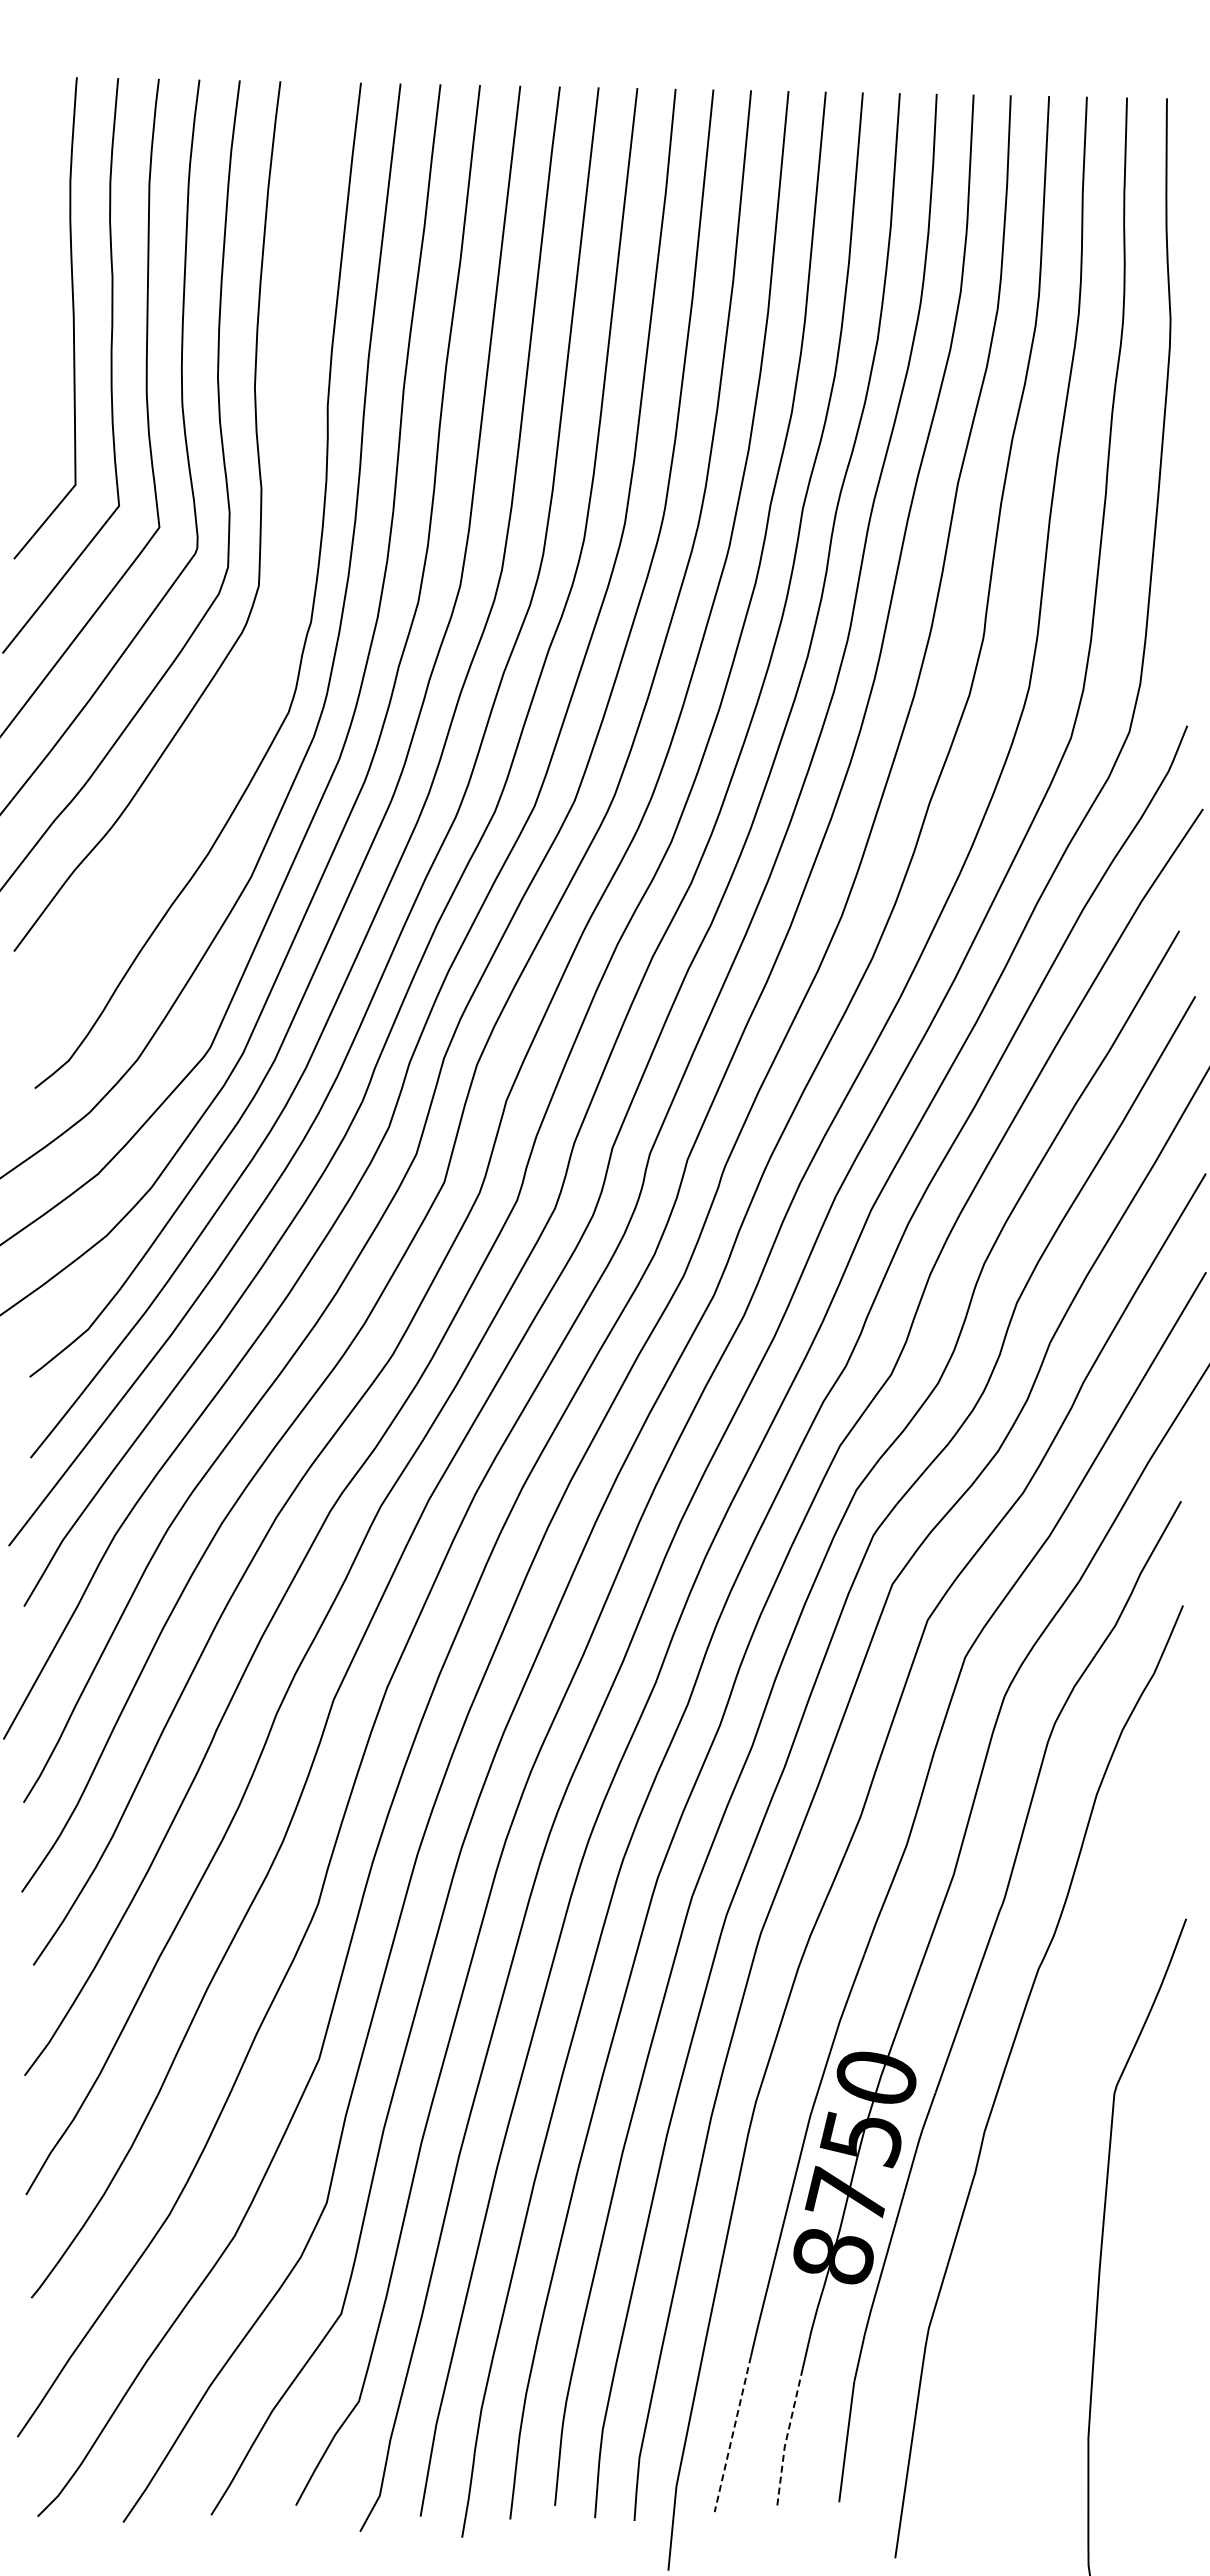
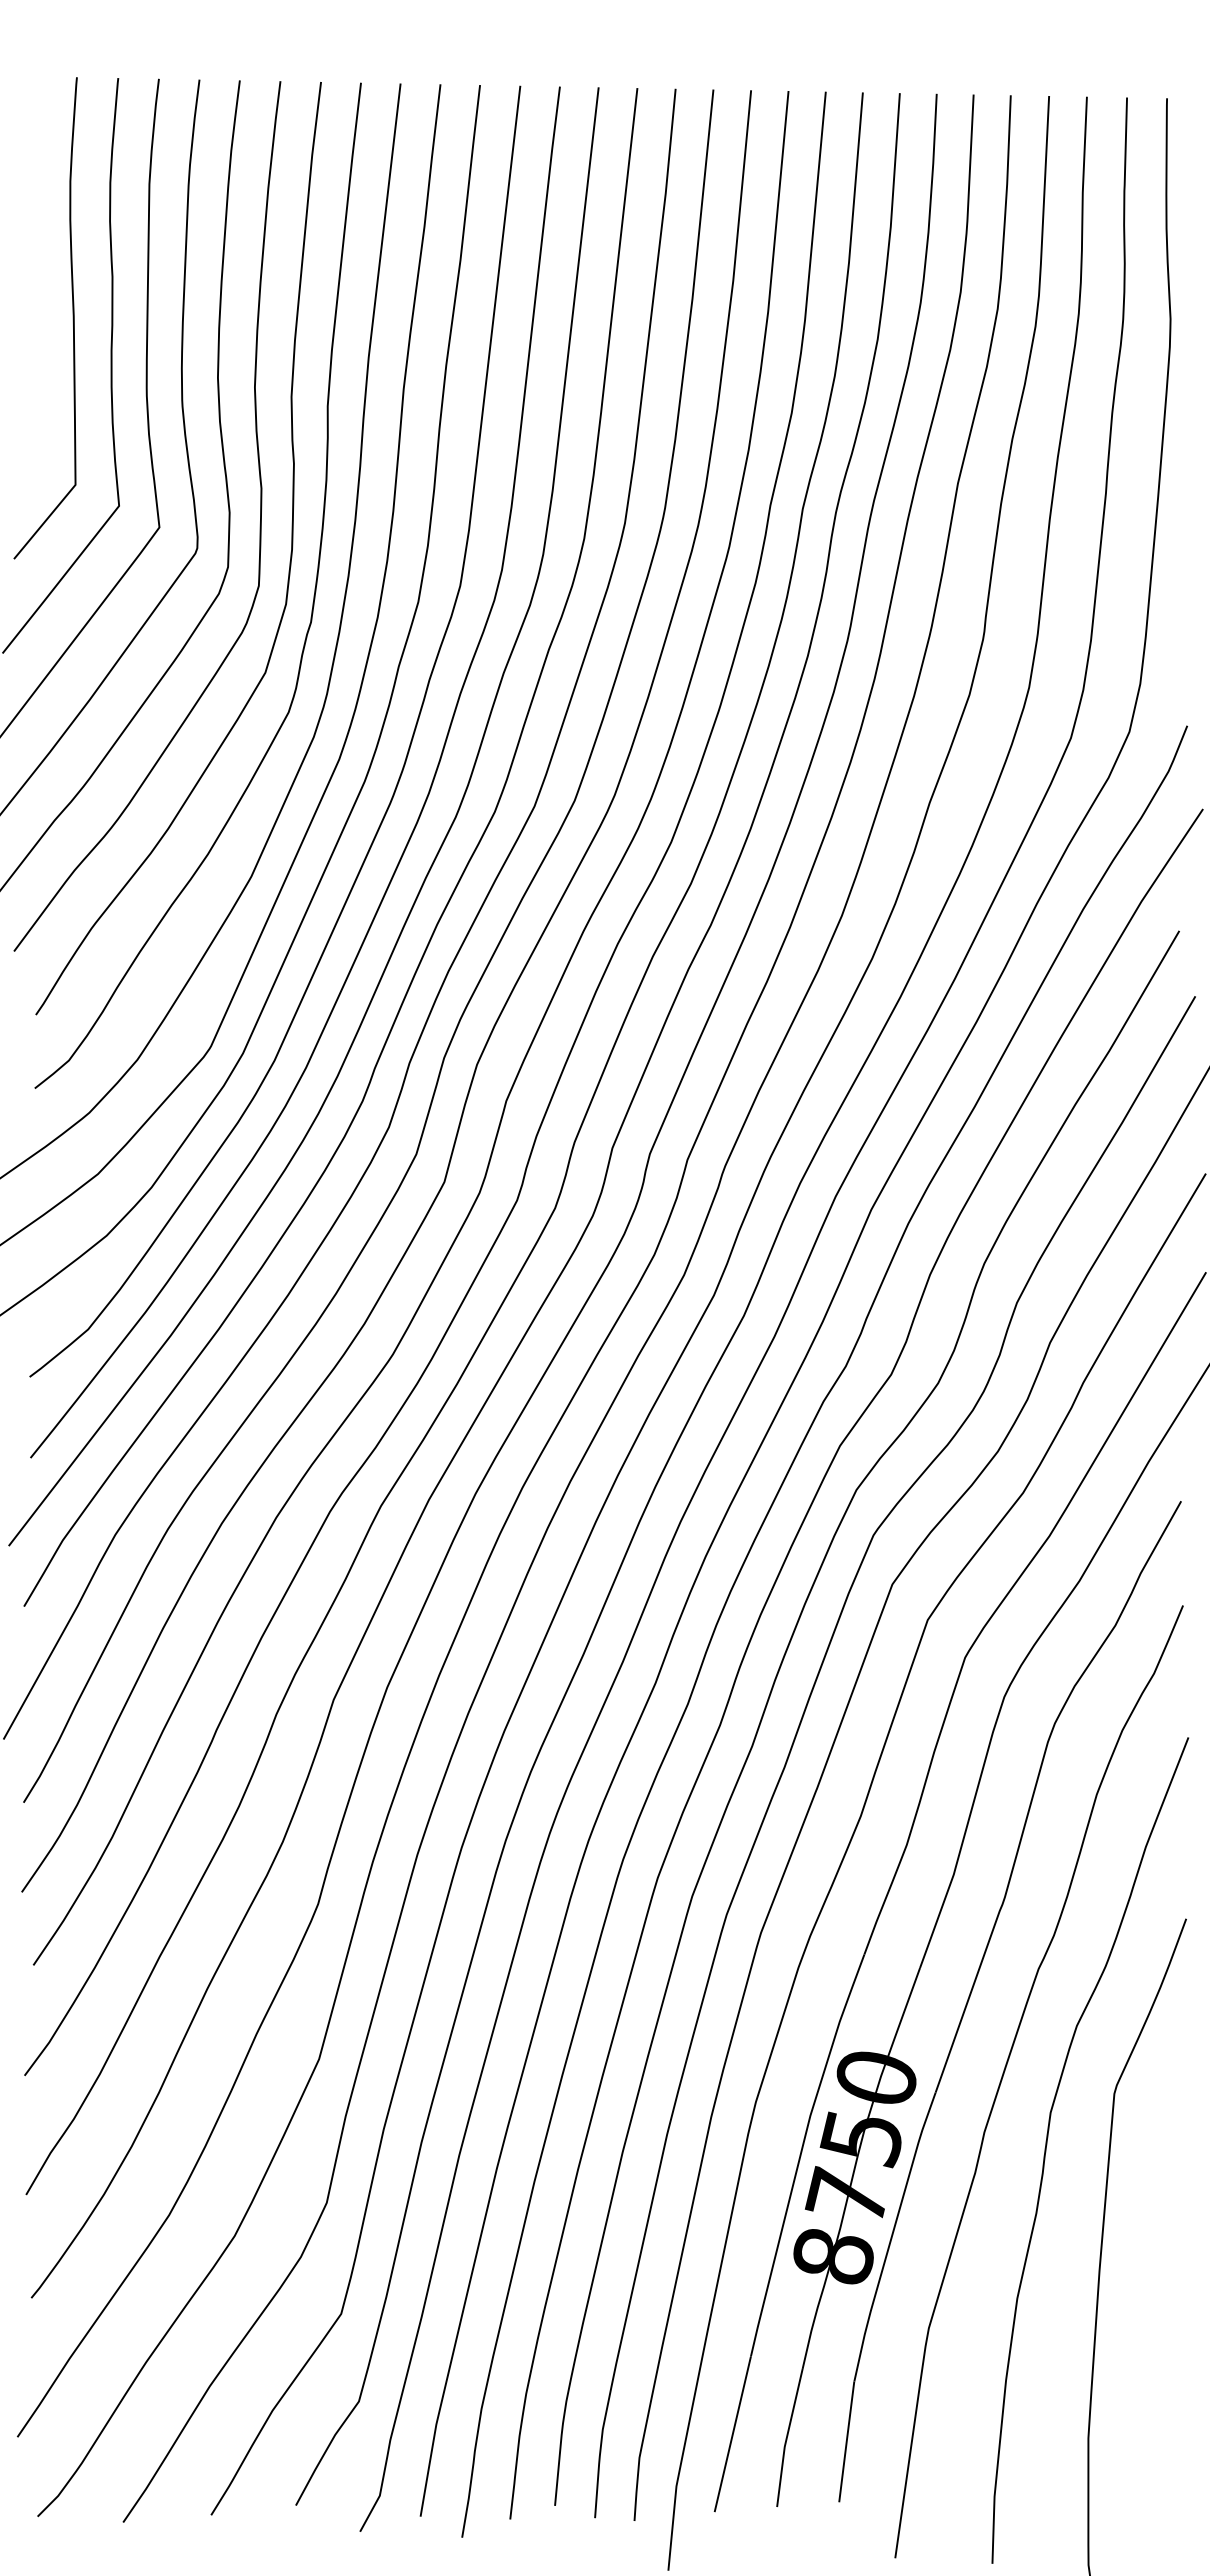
curve at (289, 561): none -> present
curve at (1047, 2145): none -> present
line at (732, 2434): dashed -> solid
line at (786, 2438): dashed -> solid
